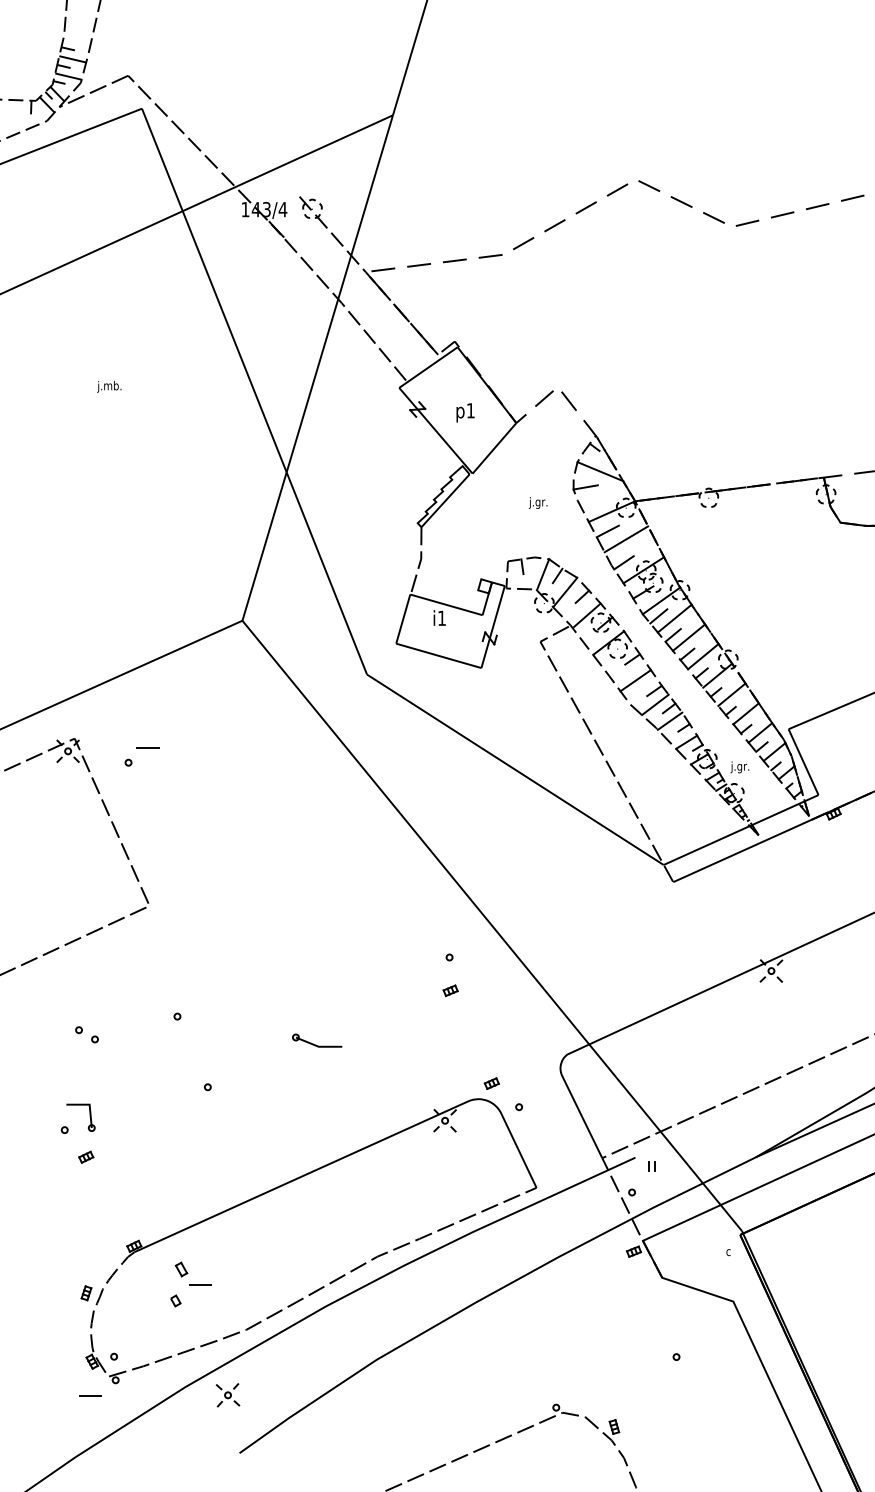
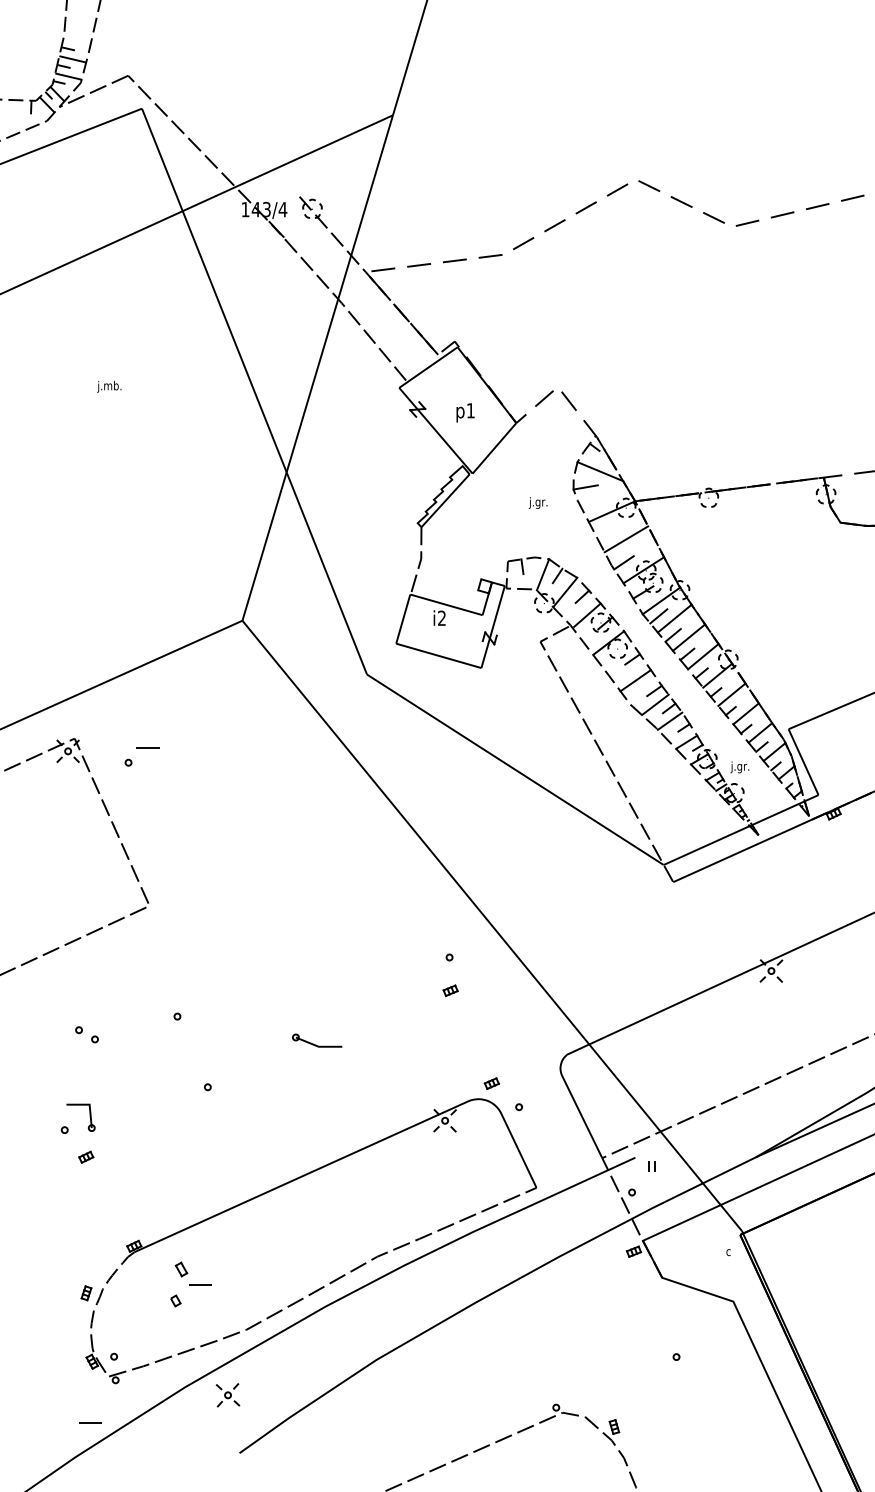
line at (607, 531): present -> none
text at (441, 617): i1 -> i2
line at (90, 1395) position: (90, 1395) -> (90, 1422)
